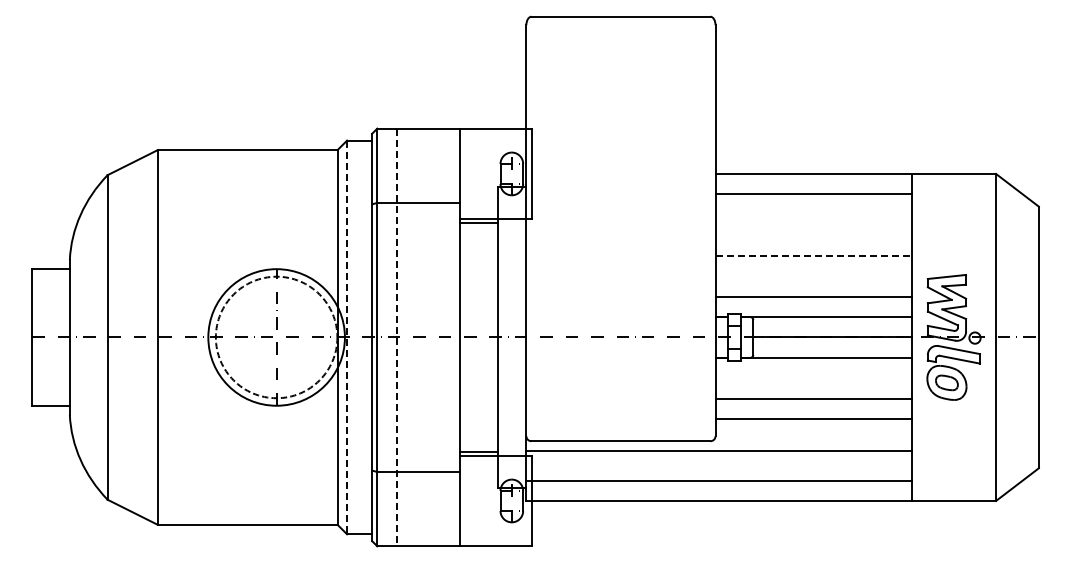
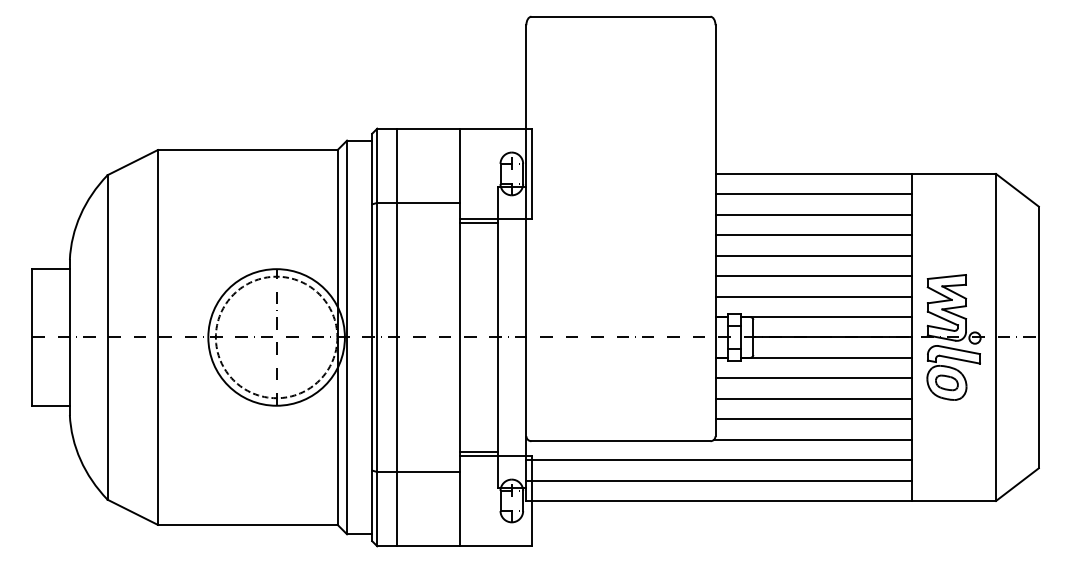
line at (813, 214): none -> present
line at (813, 235): none -> present
line at (814, 255): dashed -> solid
line at (813, 276): none -> present
line at (347, 337): dashed -> solid
line at (397, 337): dashed -> solid
line at (813, 378): none -> present
line at (812, 439): none -> present
line at (718, 451) position: (718, 451) -> (718, 460)
